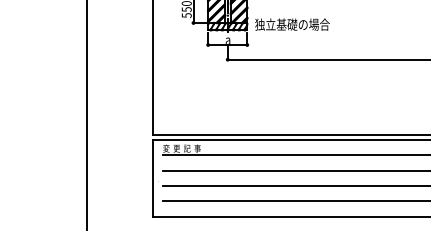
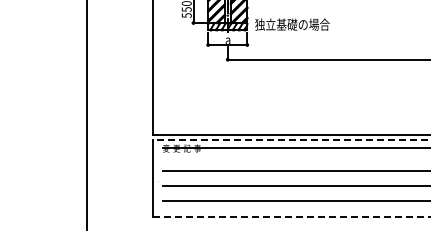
line at (291, 139): solid -> dashed
line at (294, 155) position: (294, 155) -> (294, 148)
line at (291, 216): solid -> dashed
